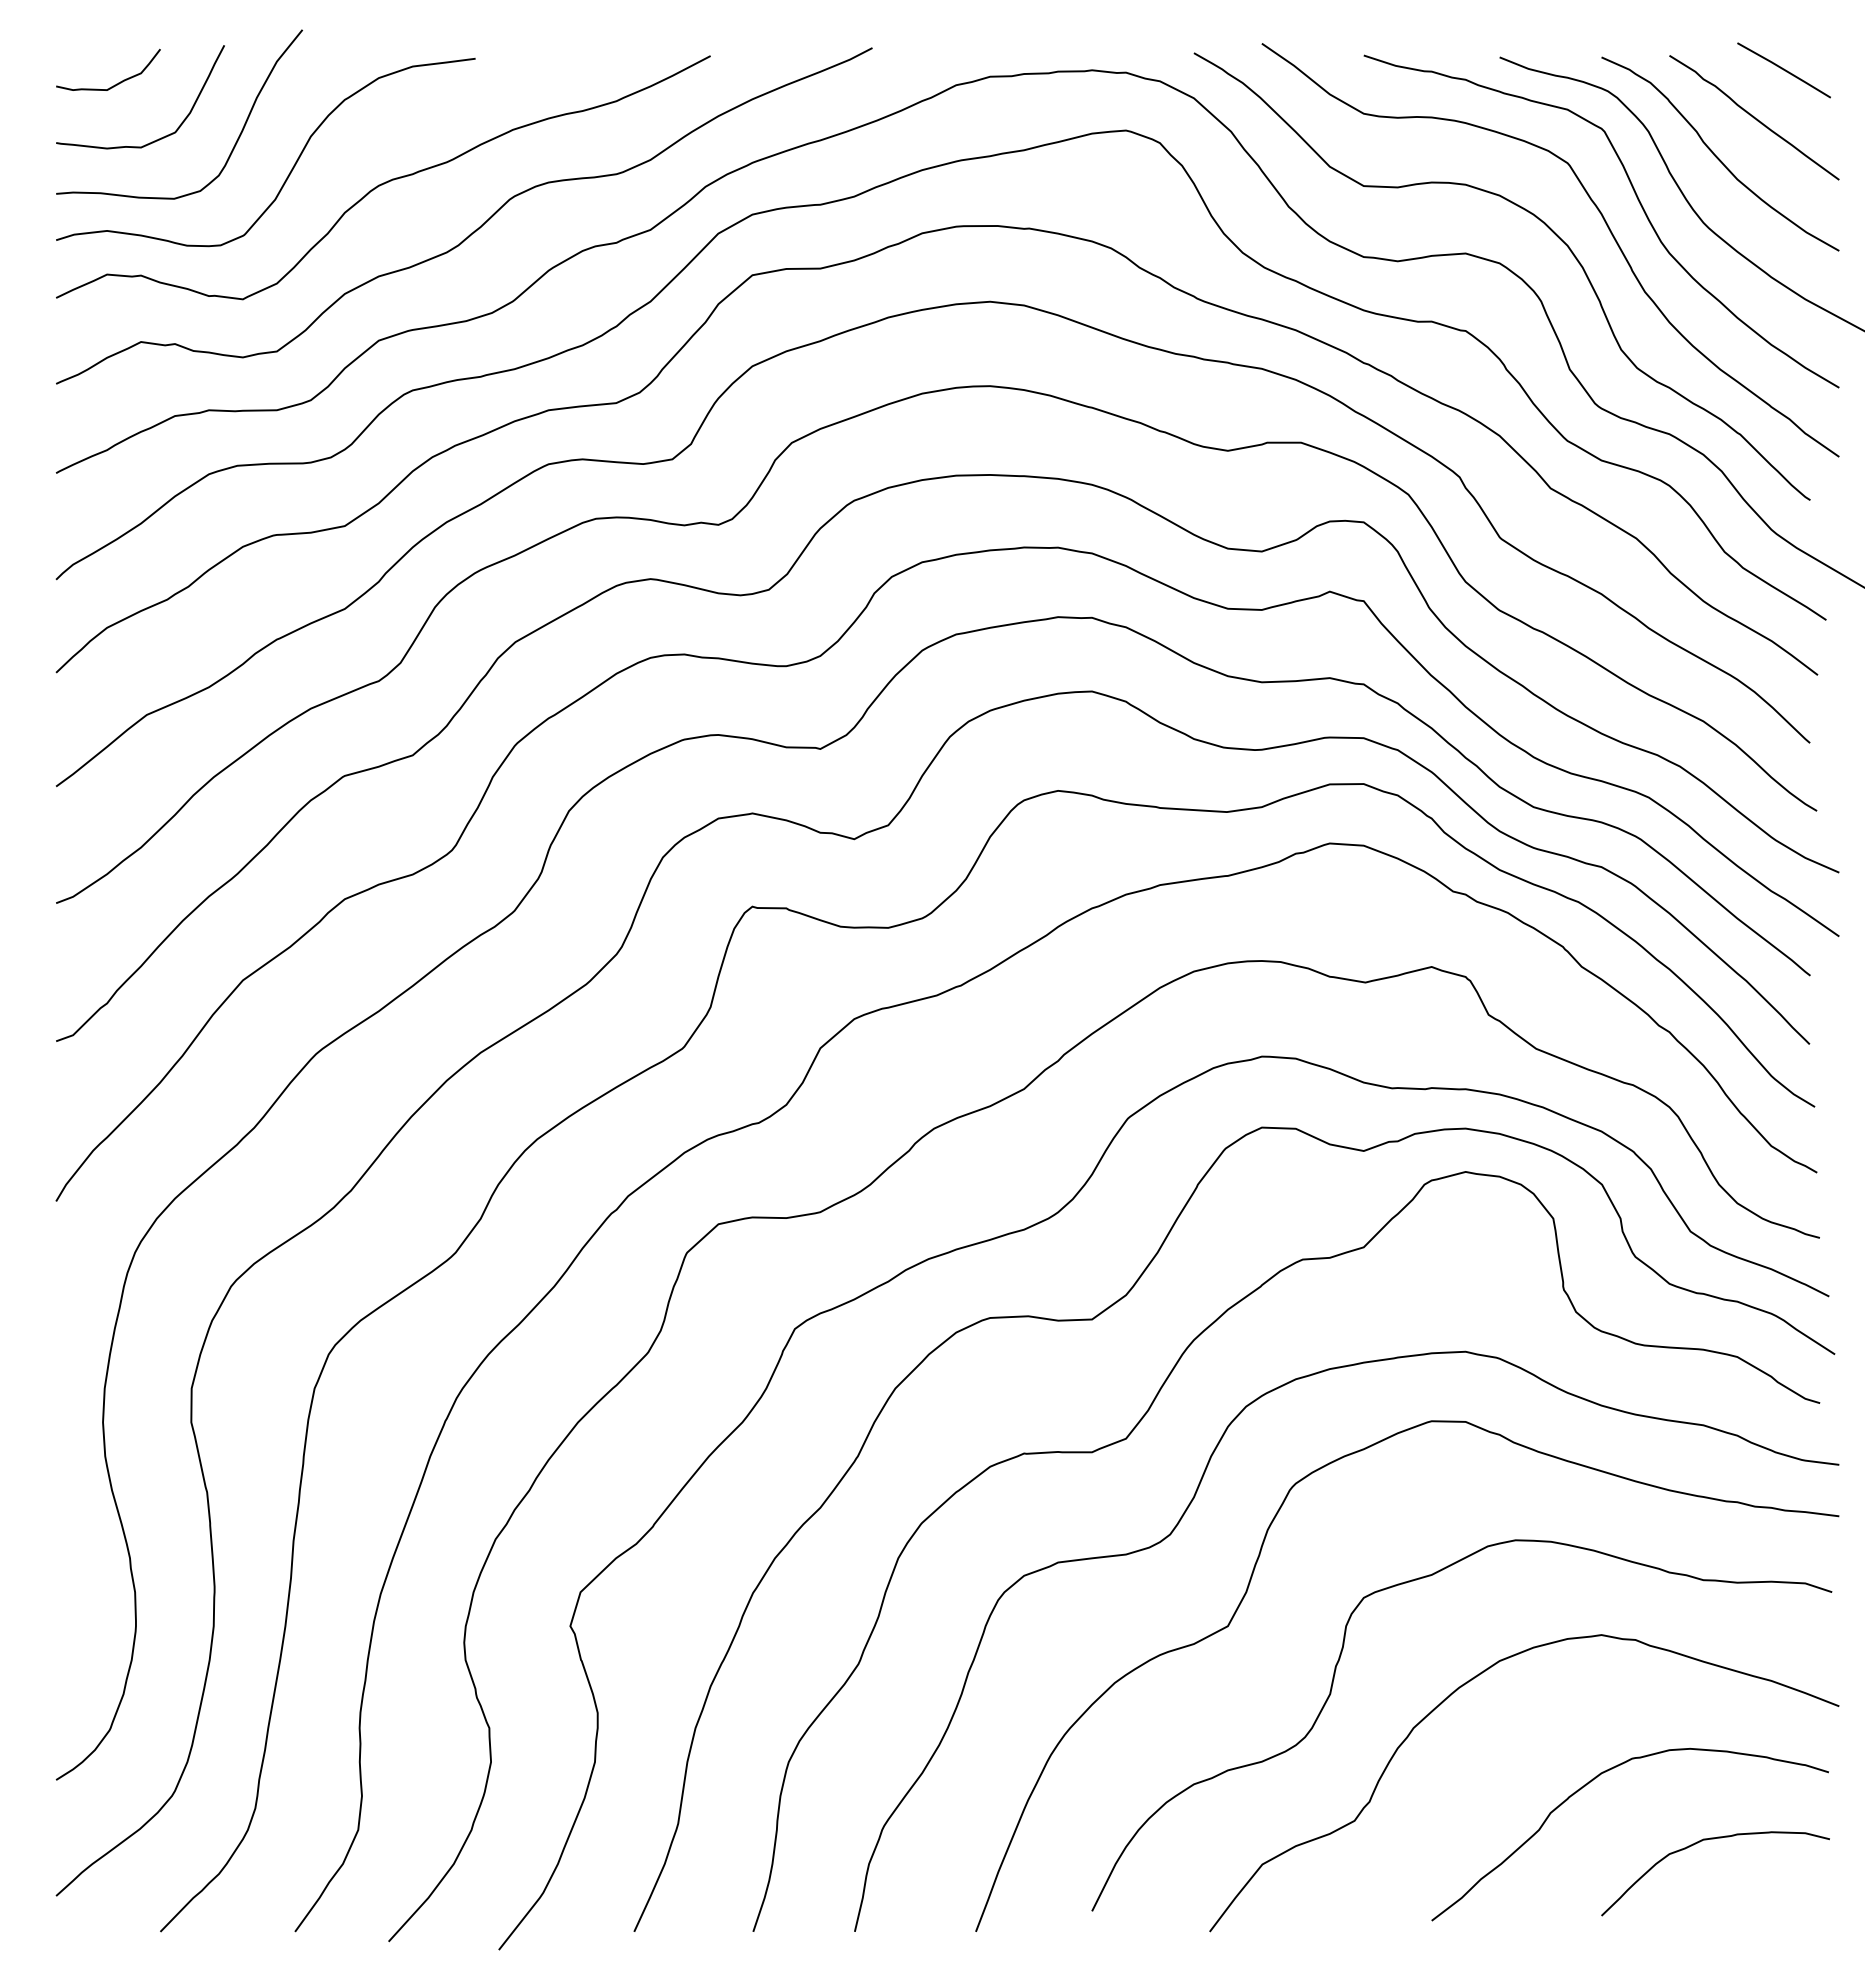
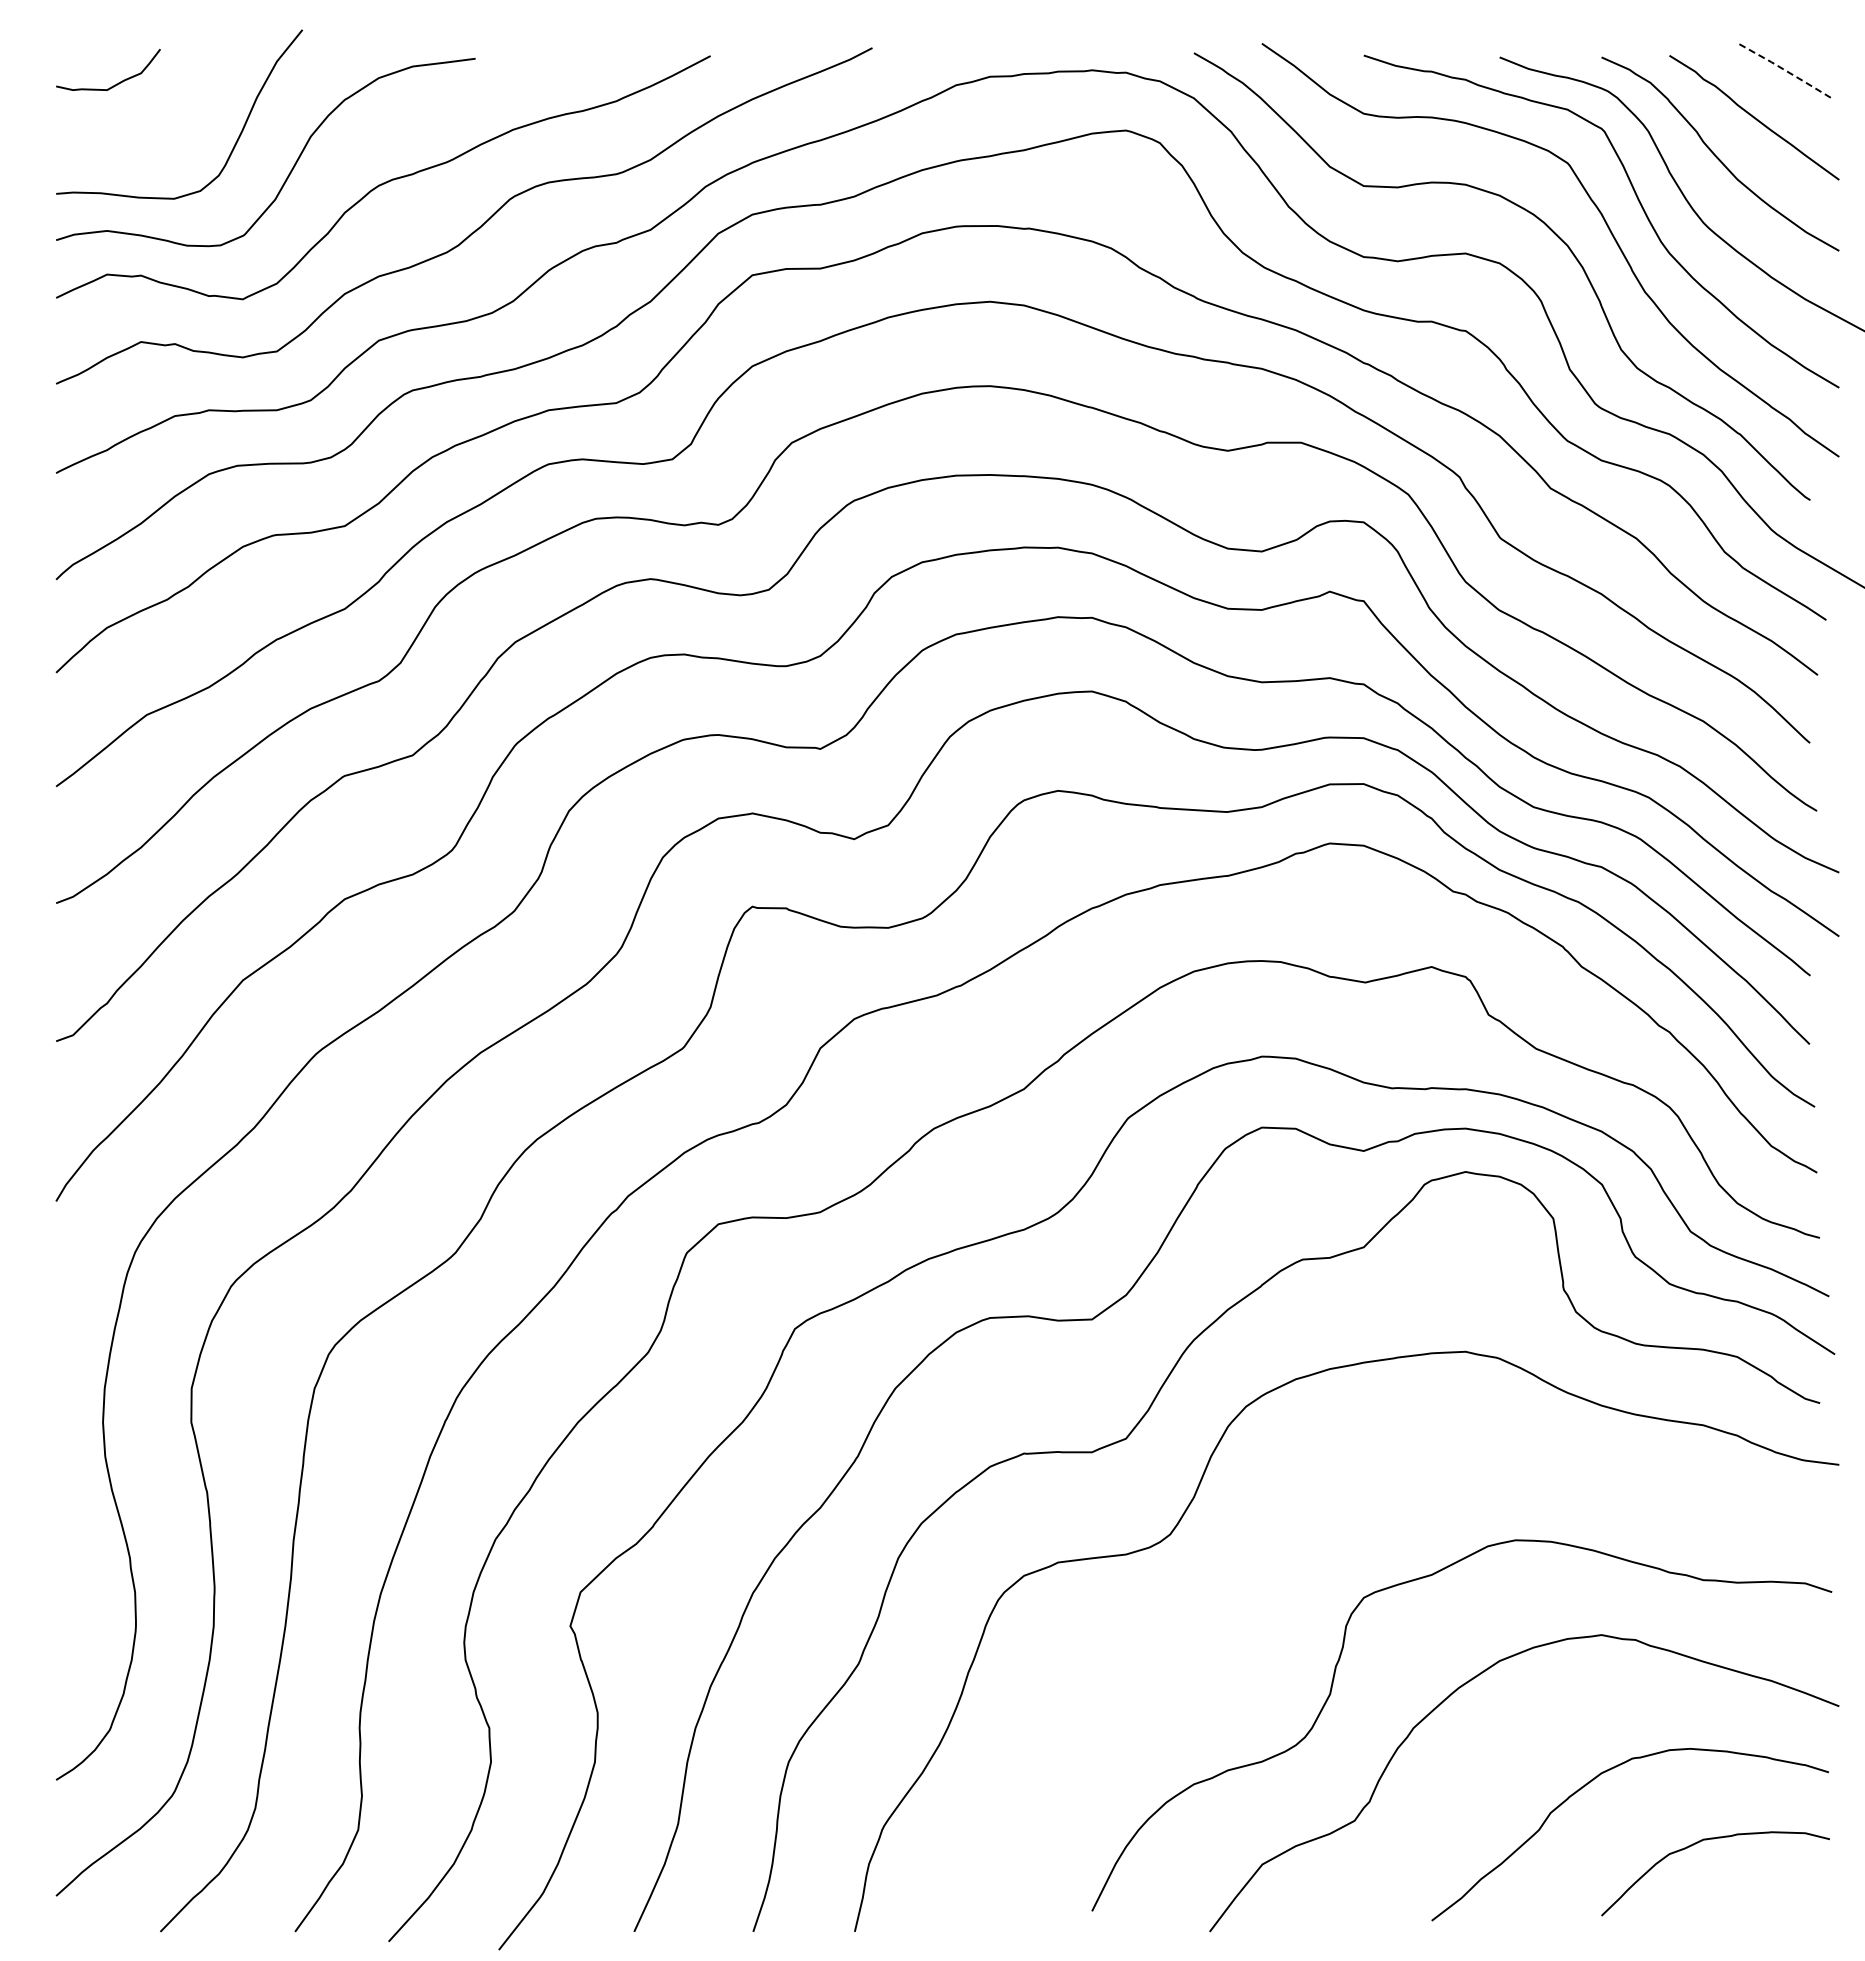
line at (1784, 69): solid -> dashed
curve at (158, 138): present -> none
curve at (1246, 1594): present -> none
